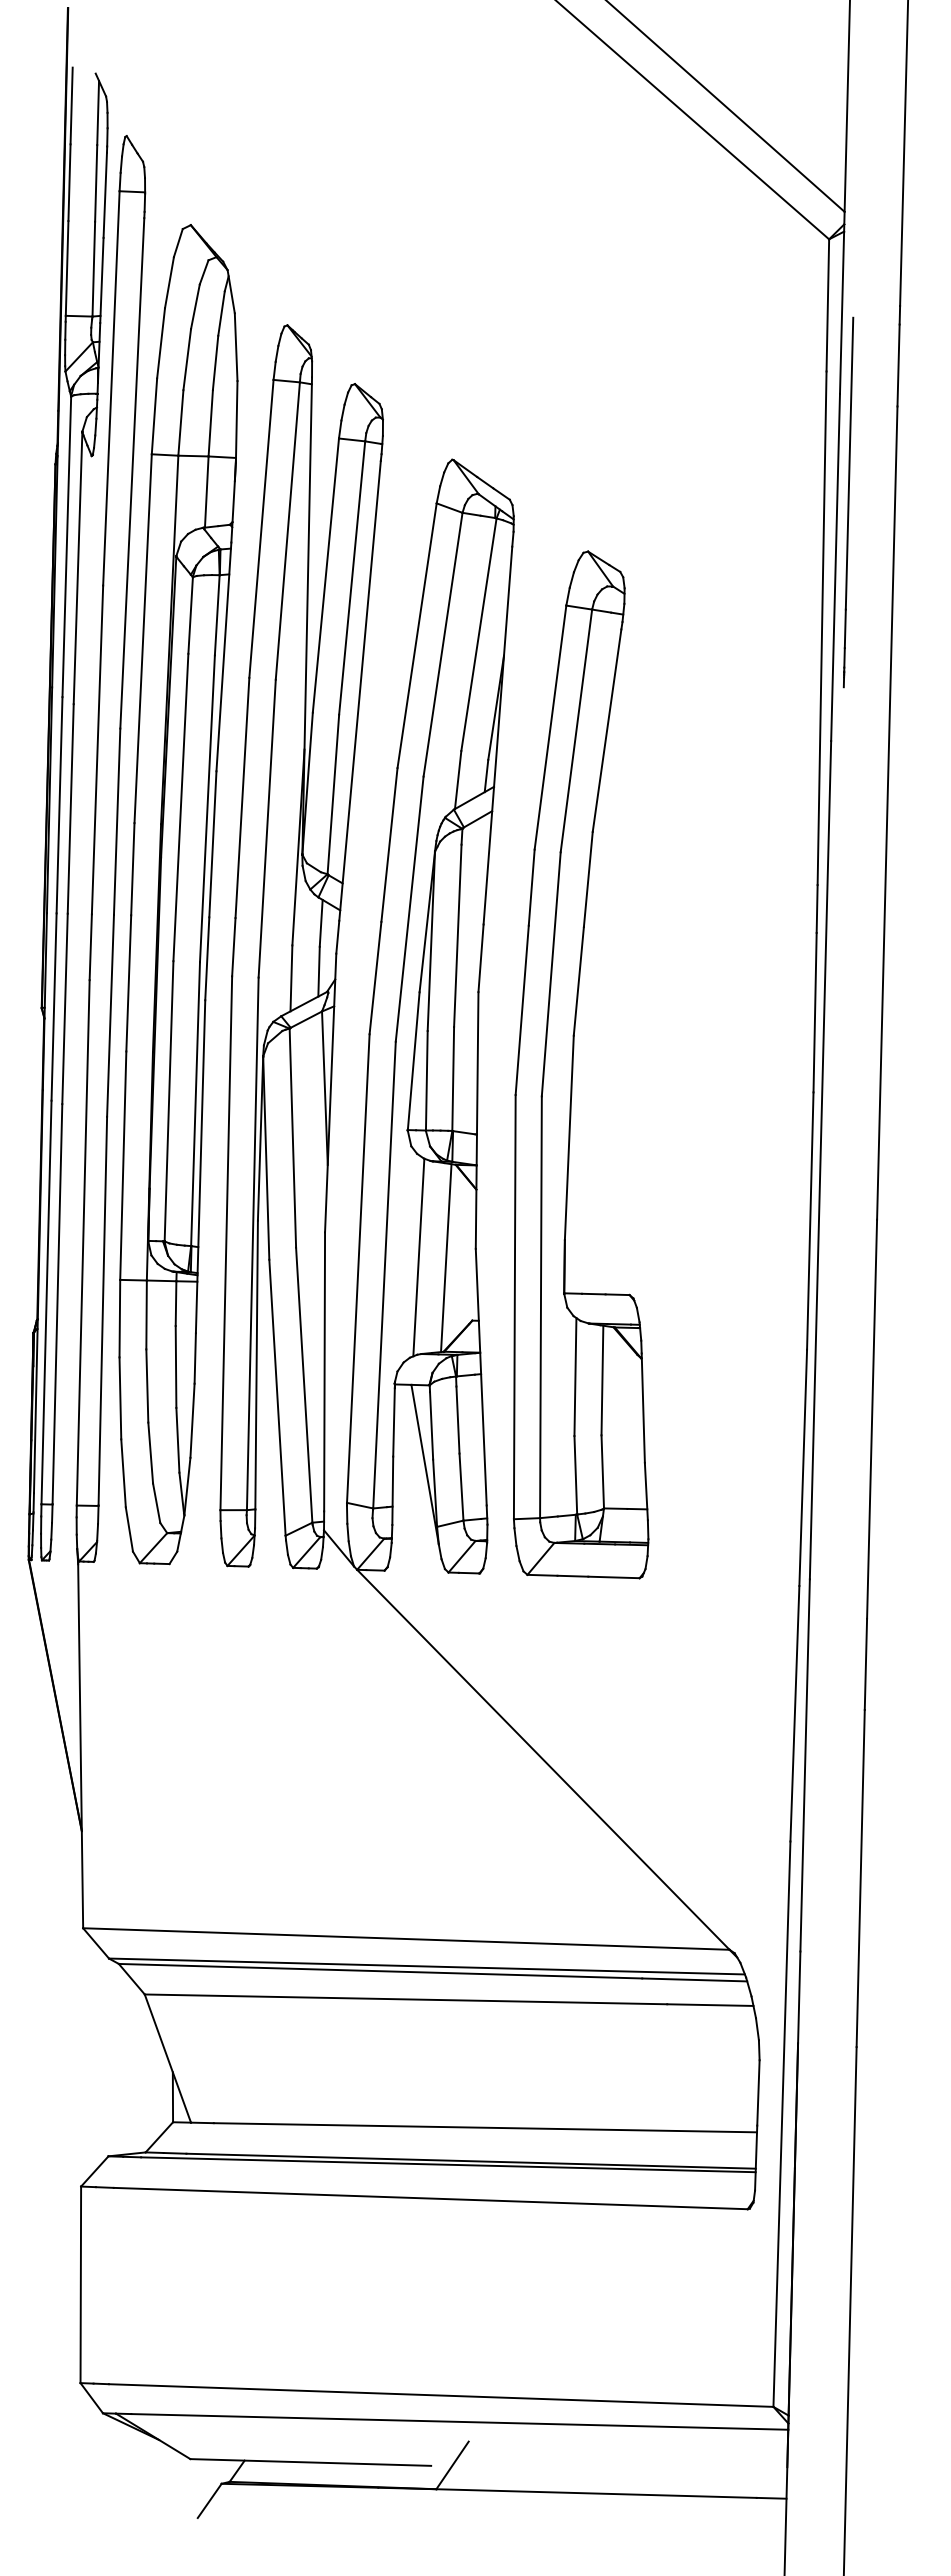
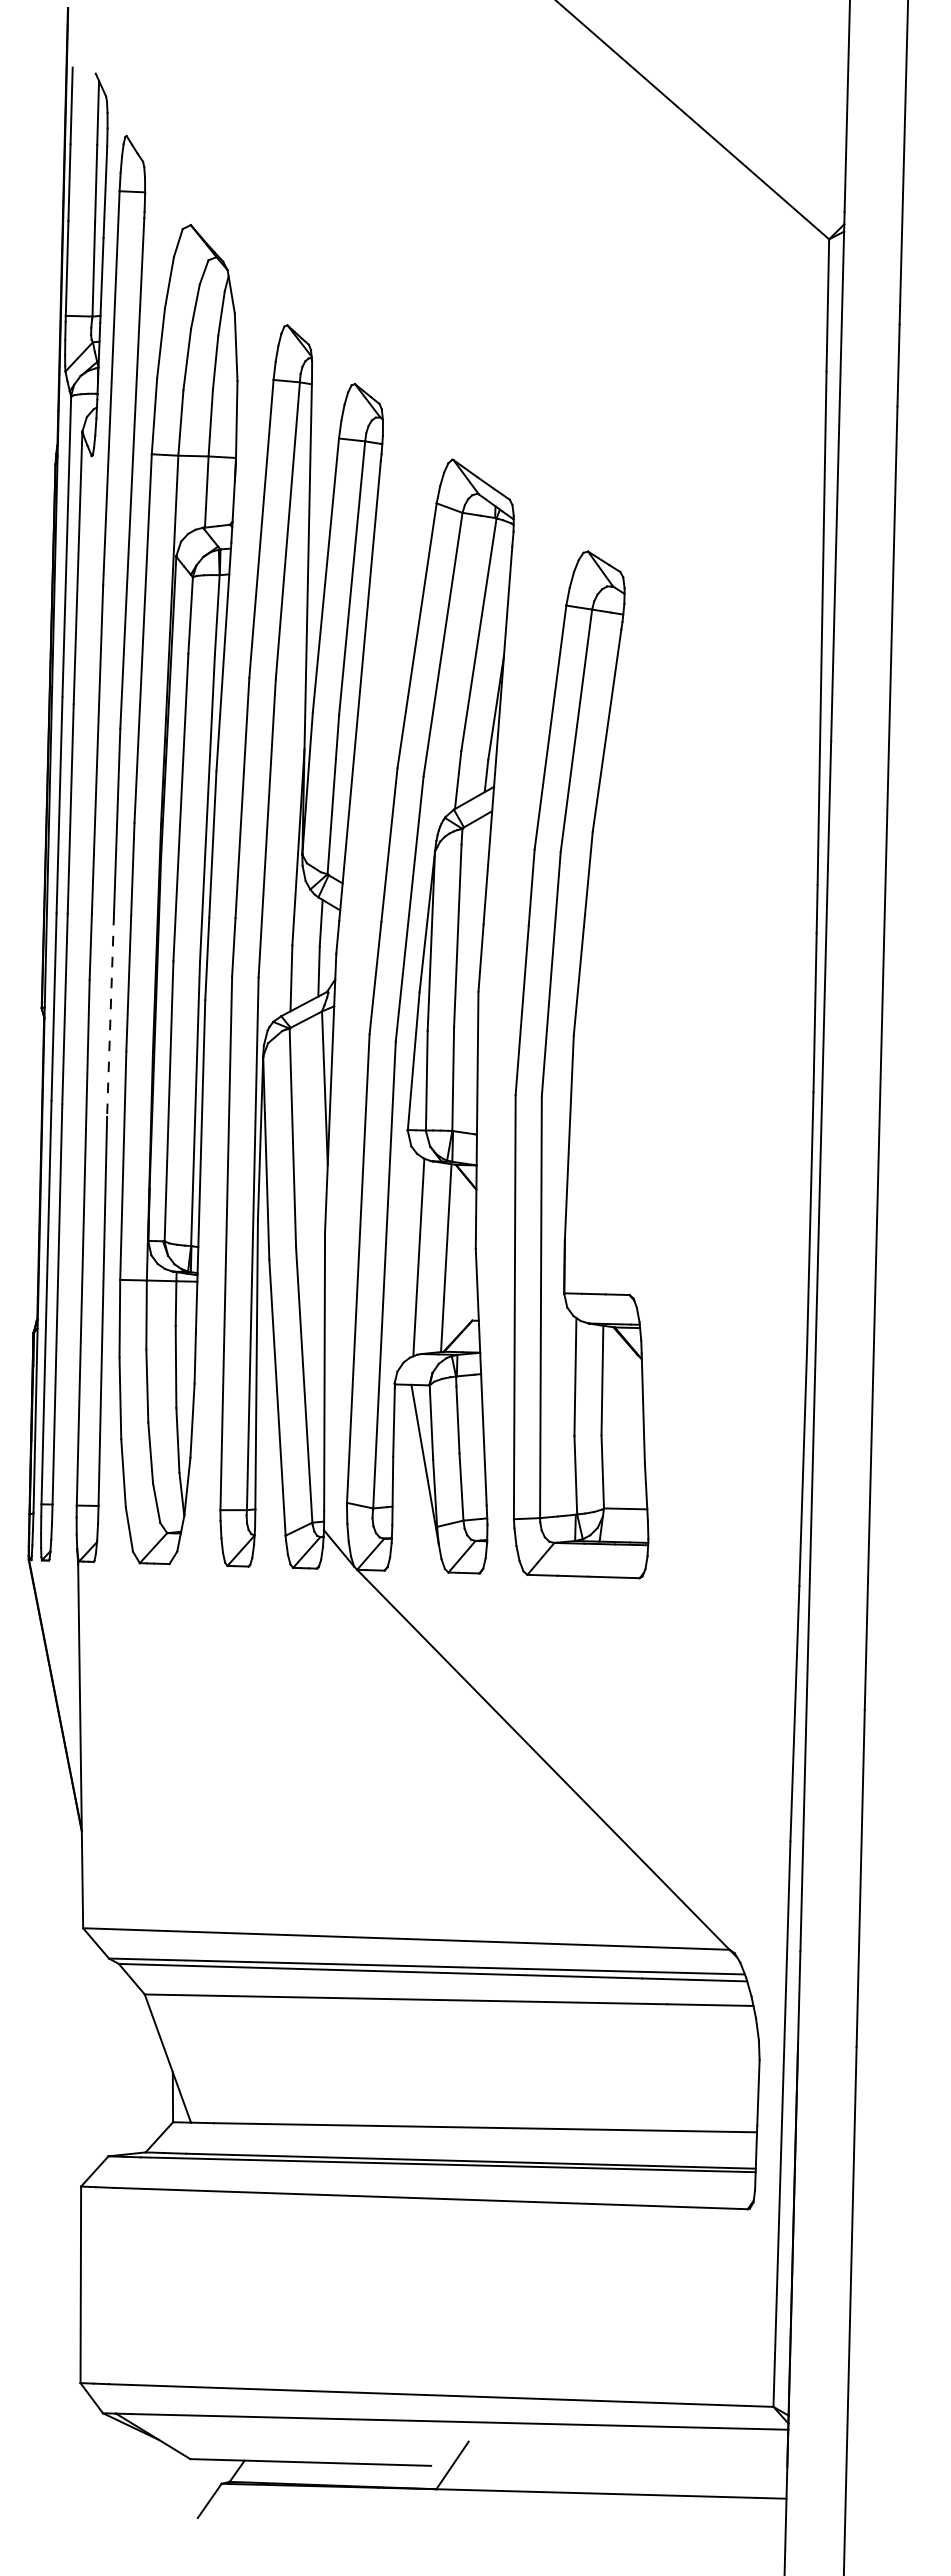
line at (725, 106): present -> none
line at (848, 502): present -> none
line at (110, 1016): solid -> dashed
